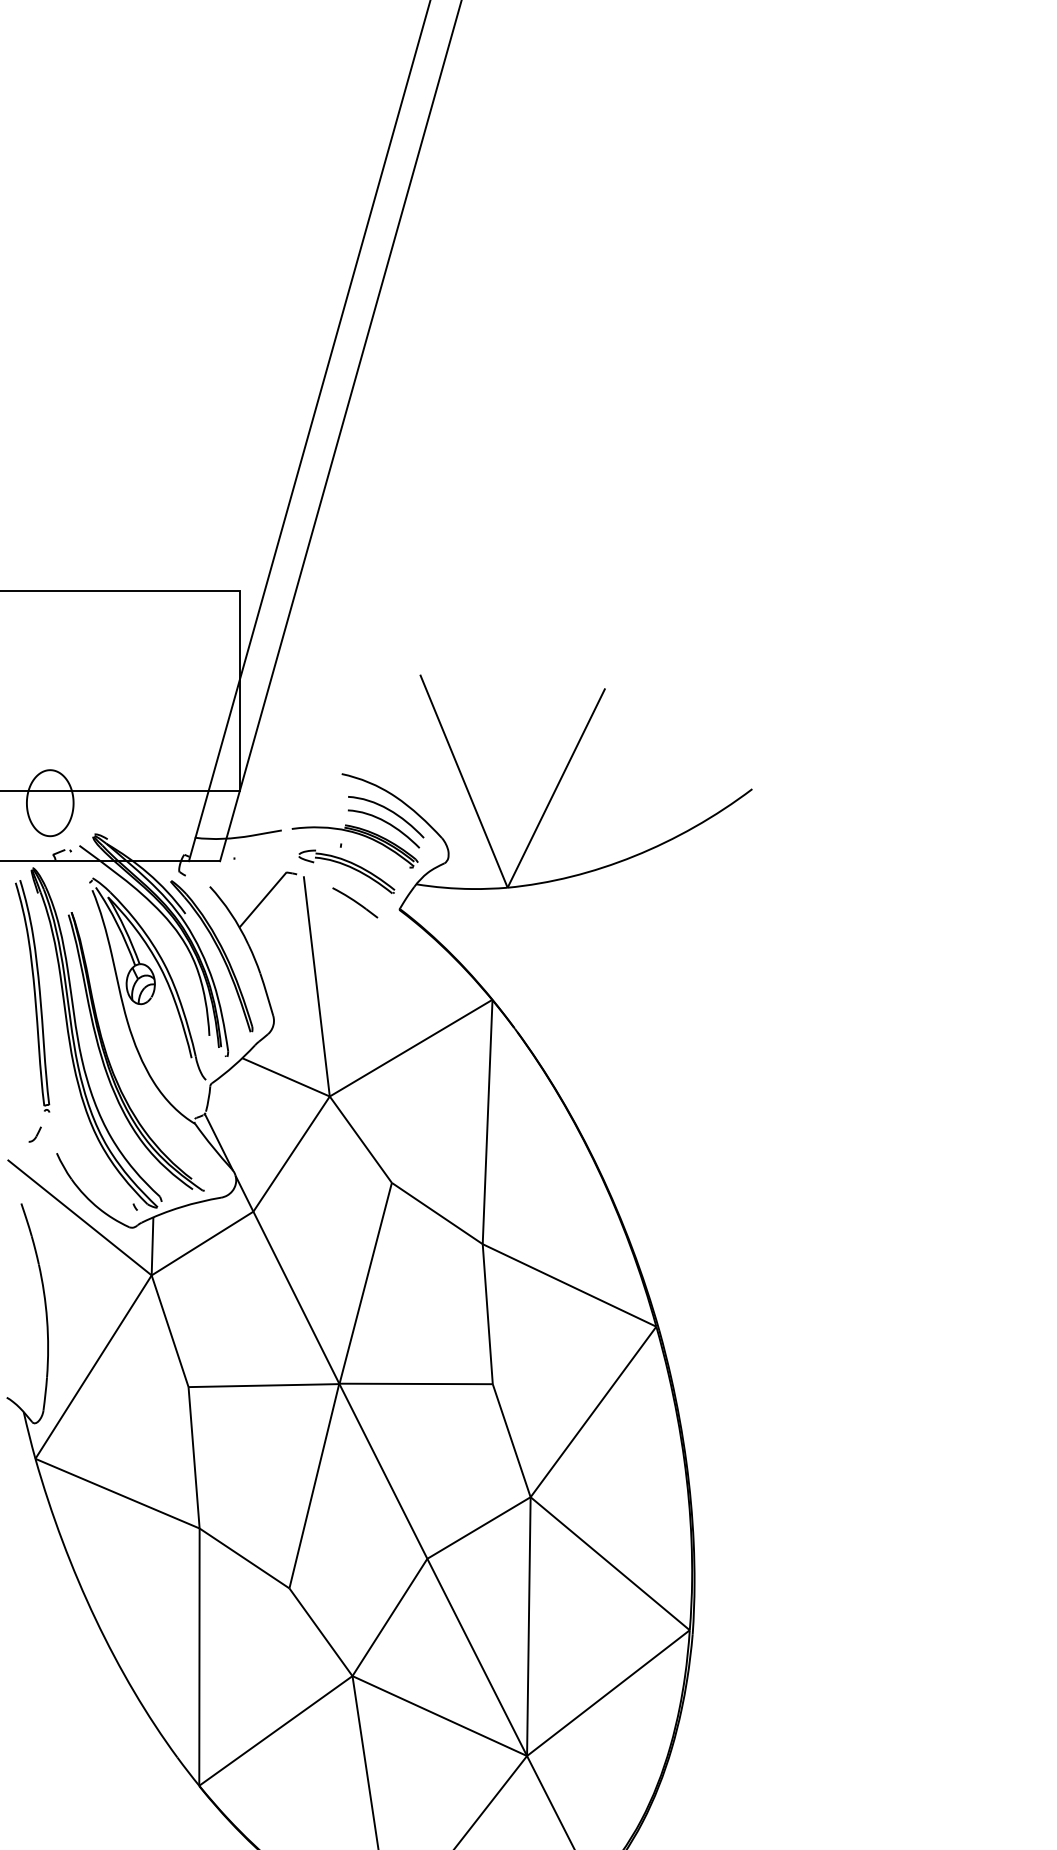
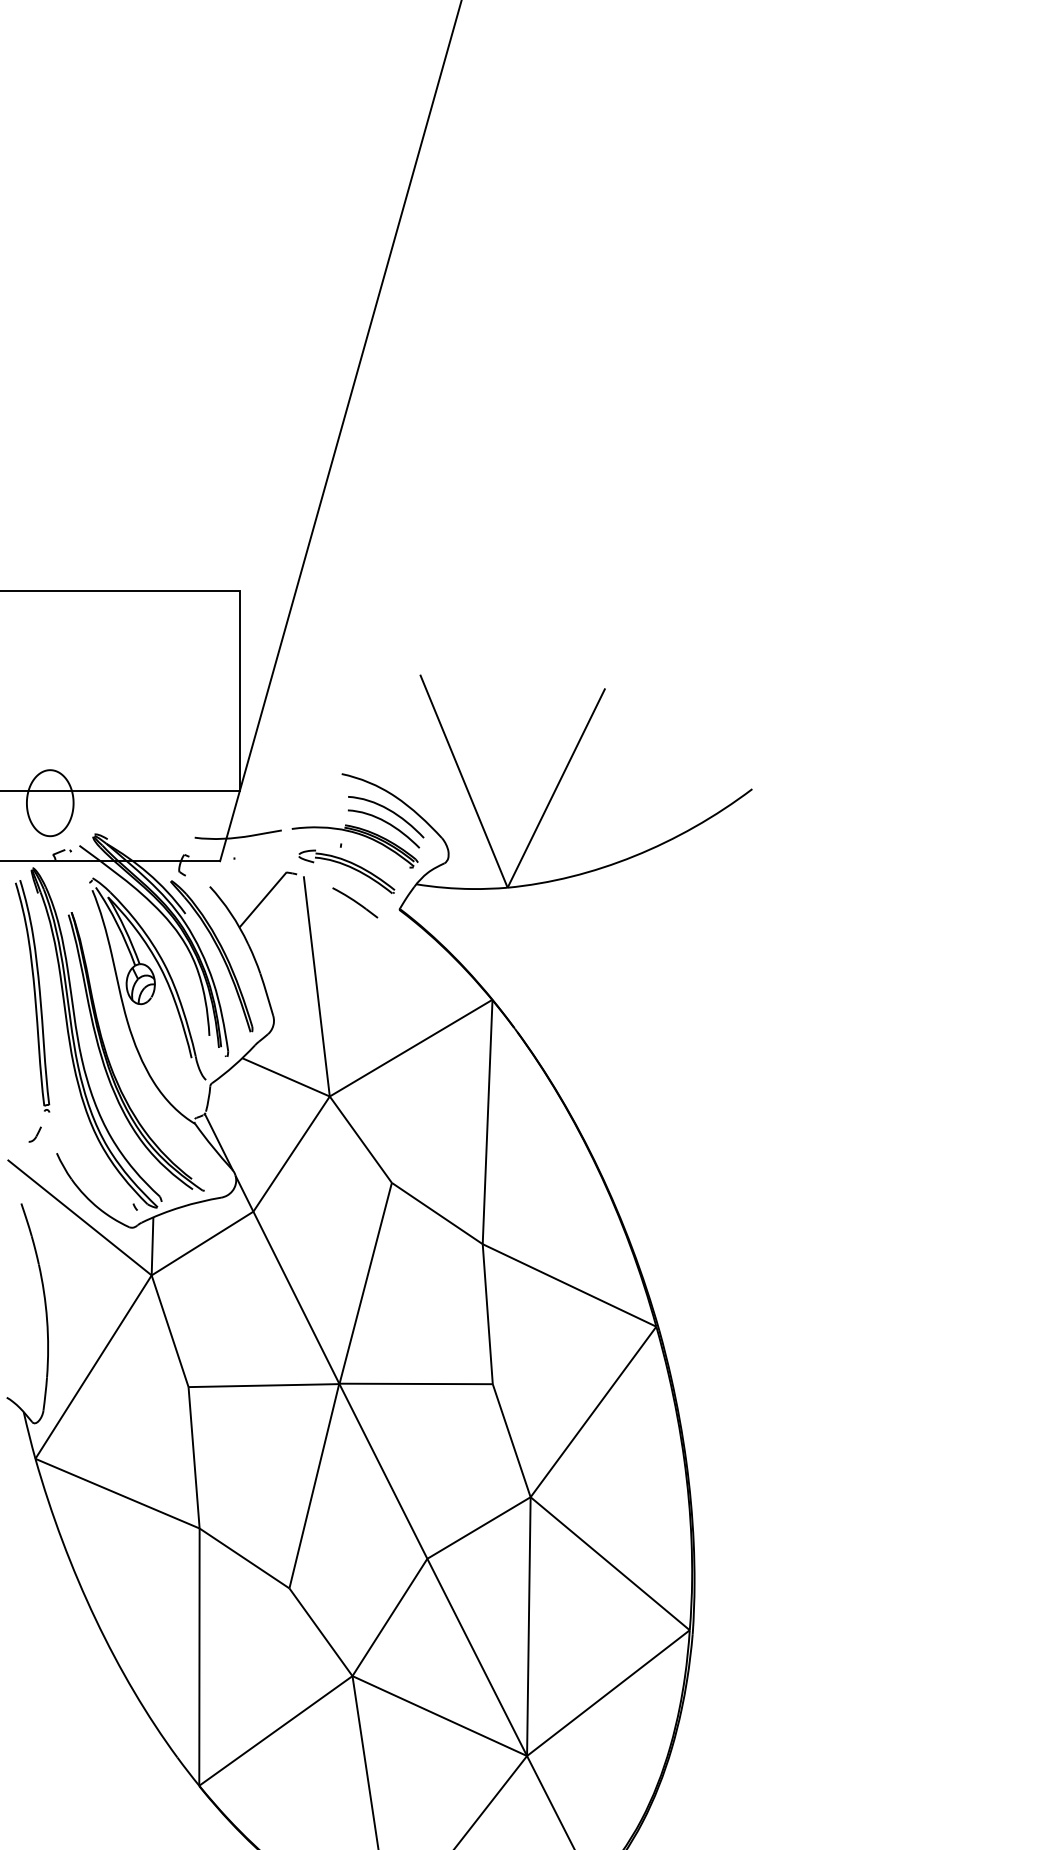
line at (308, 431): present -> none
